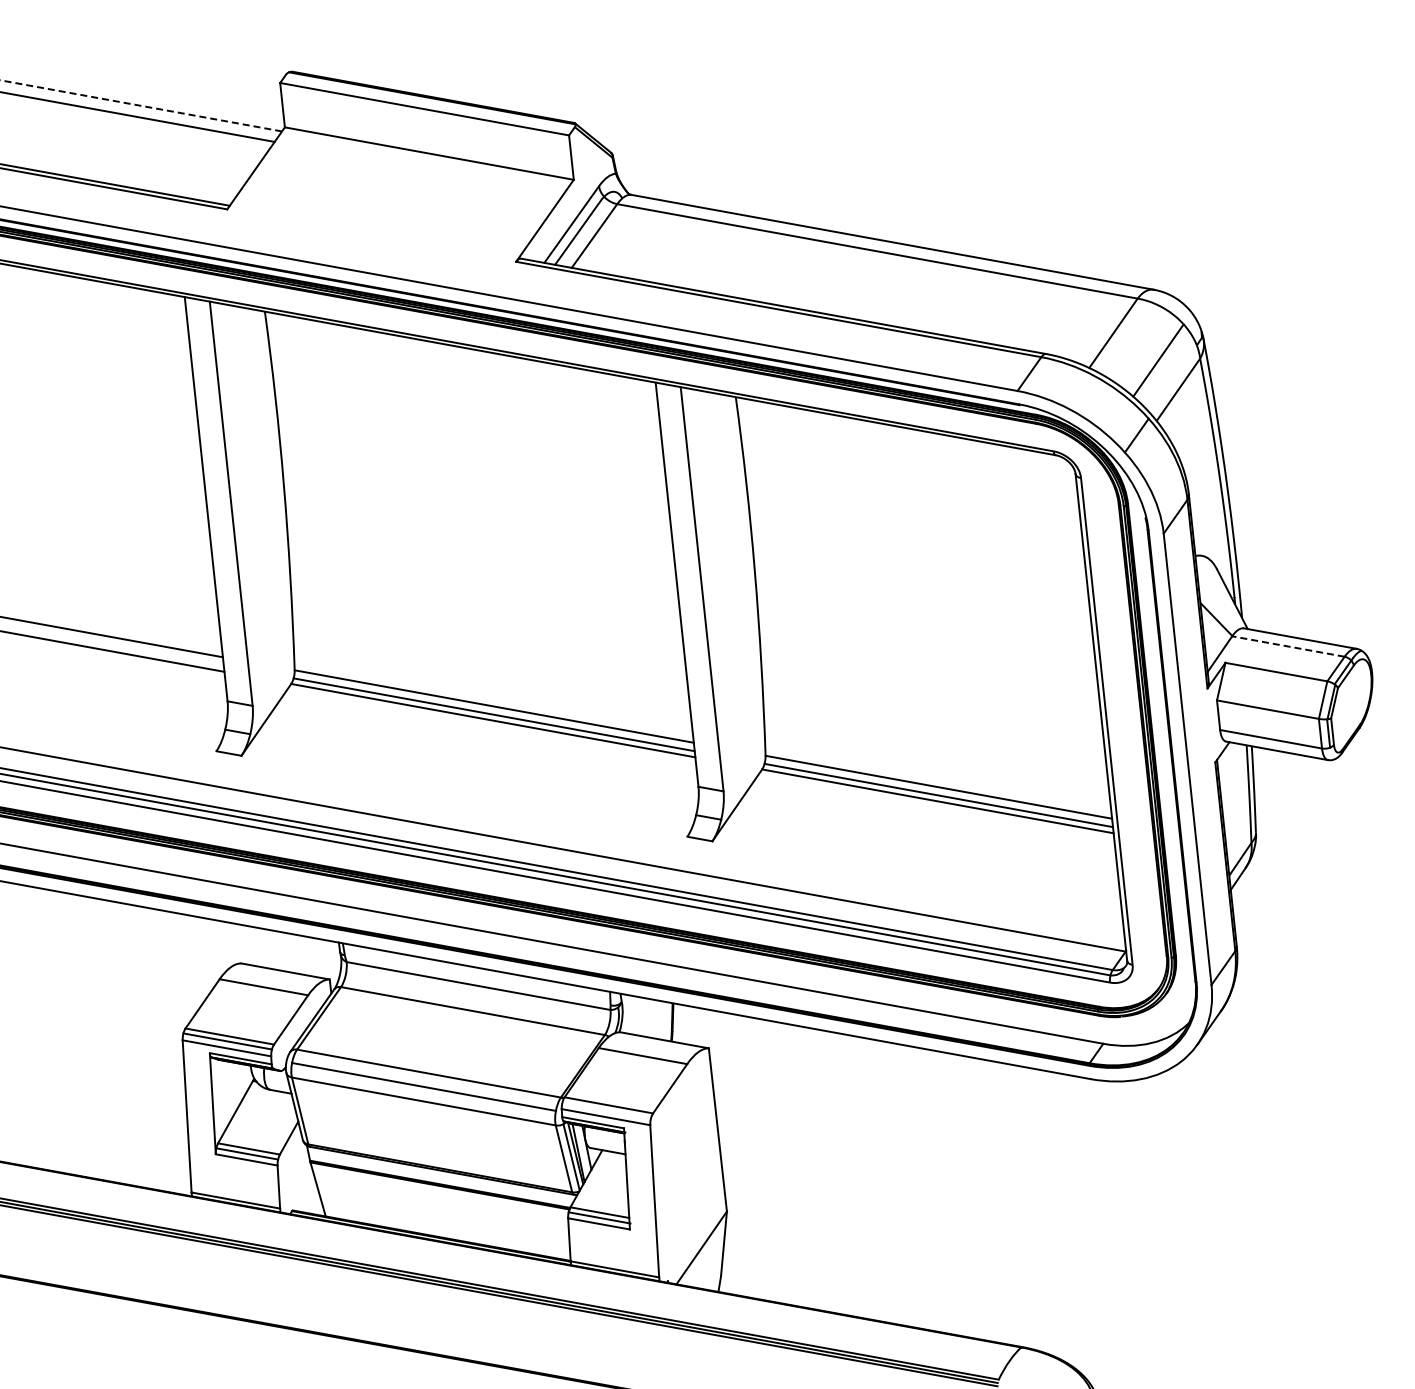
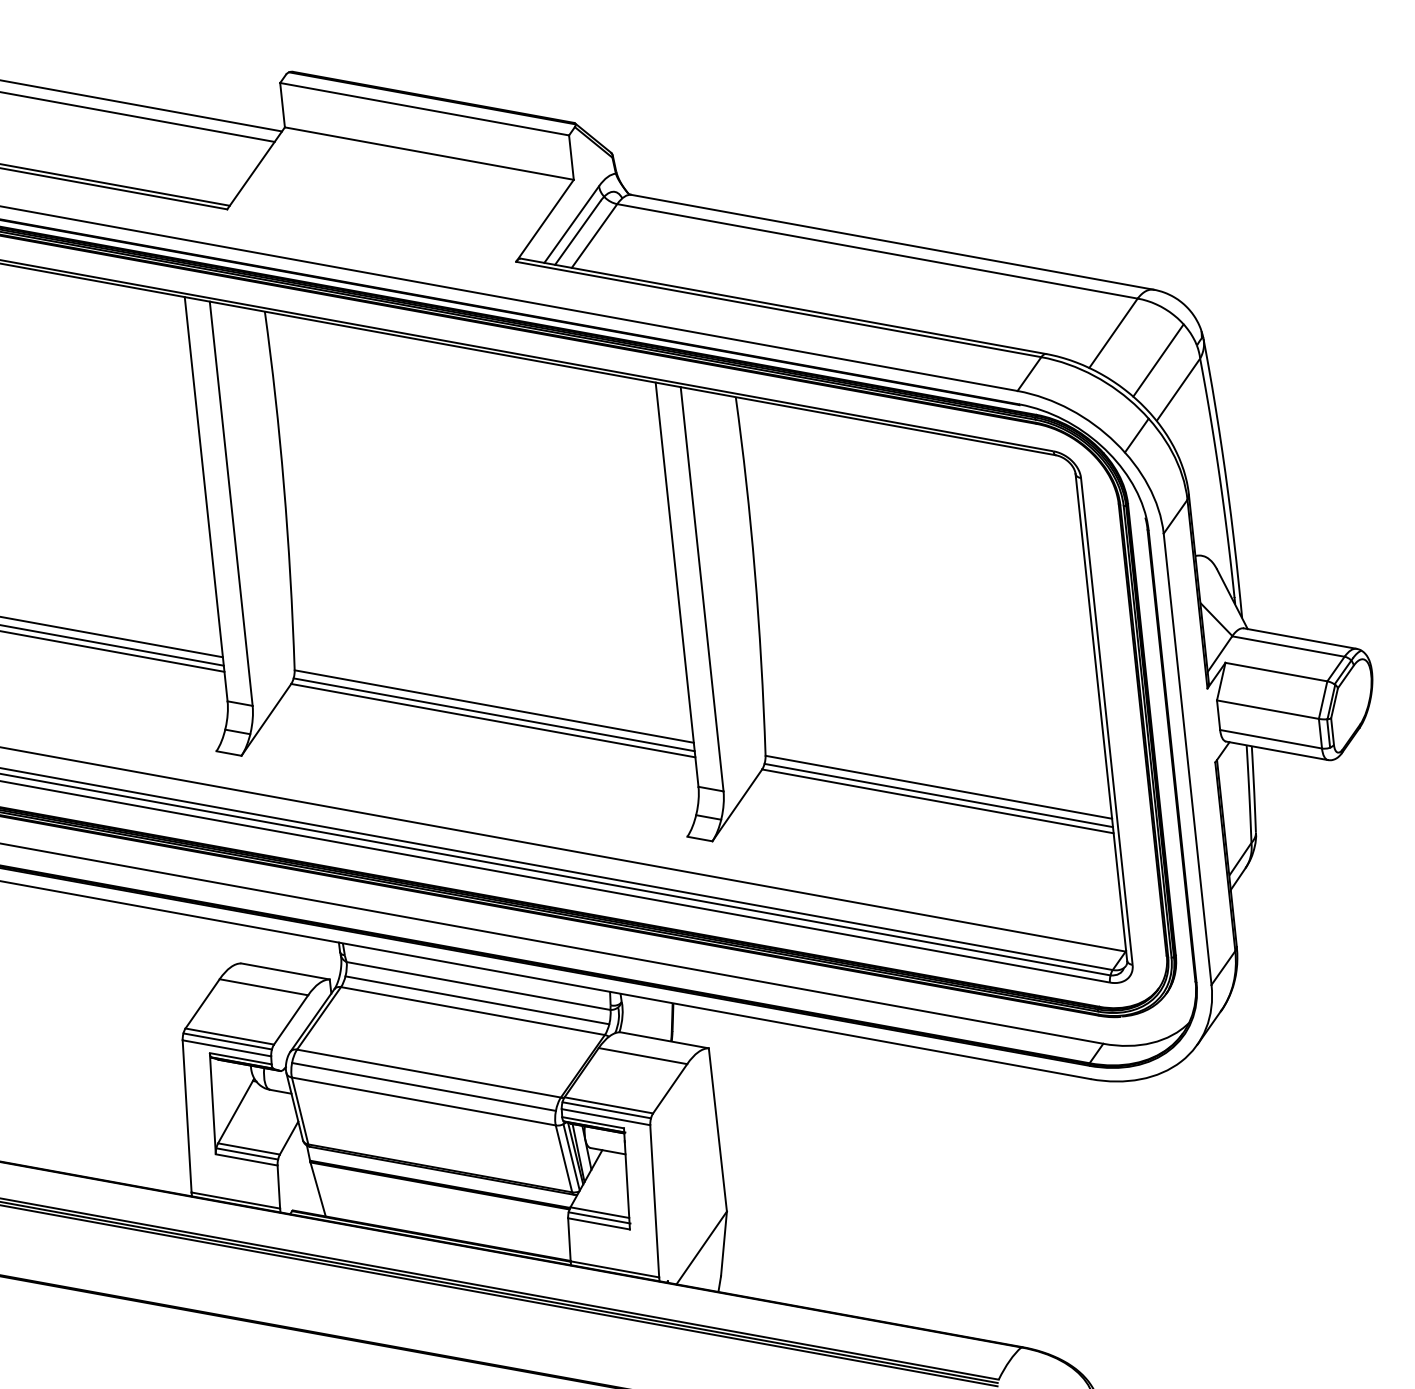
line at (140, 105): dashed -> solid
line at (112, 645): none -> present
line at (1287, 646): dashed -> solid
line at (477, 1000): none -> present
line at (606, 1110): none -> present
